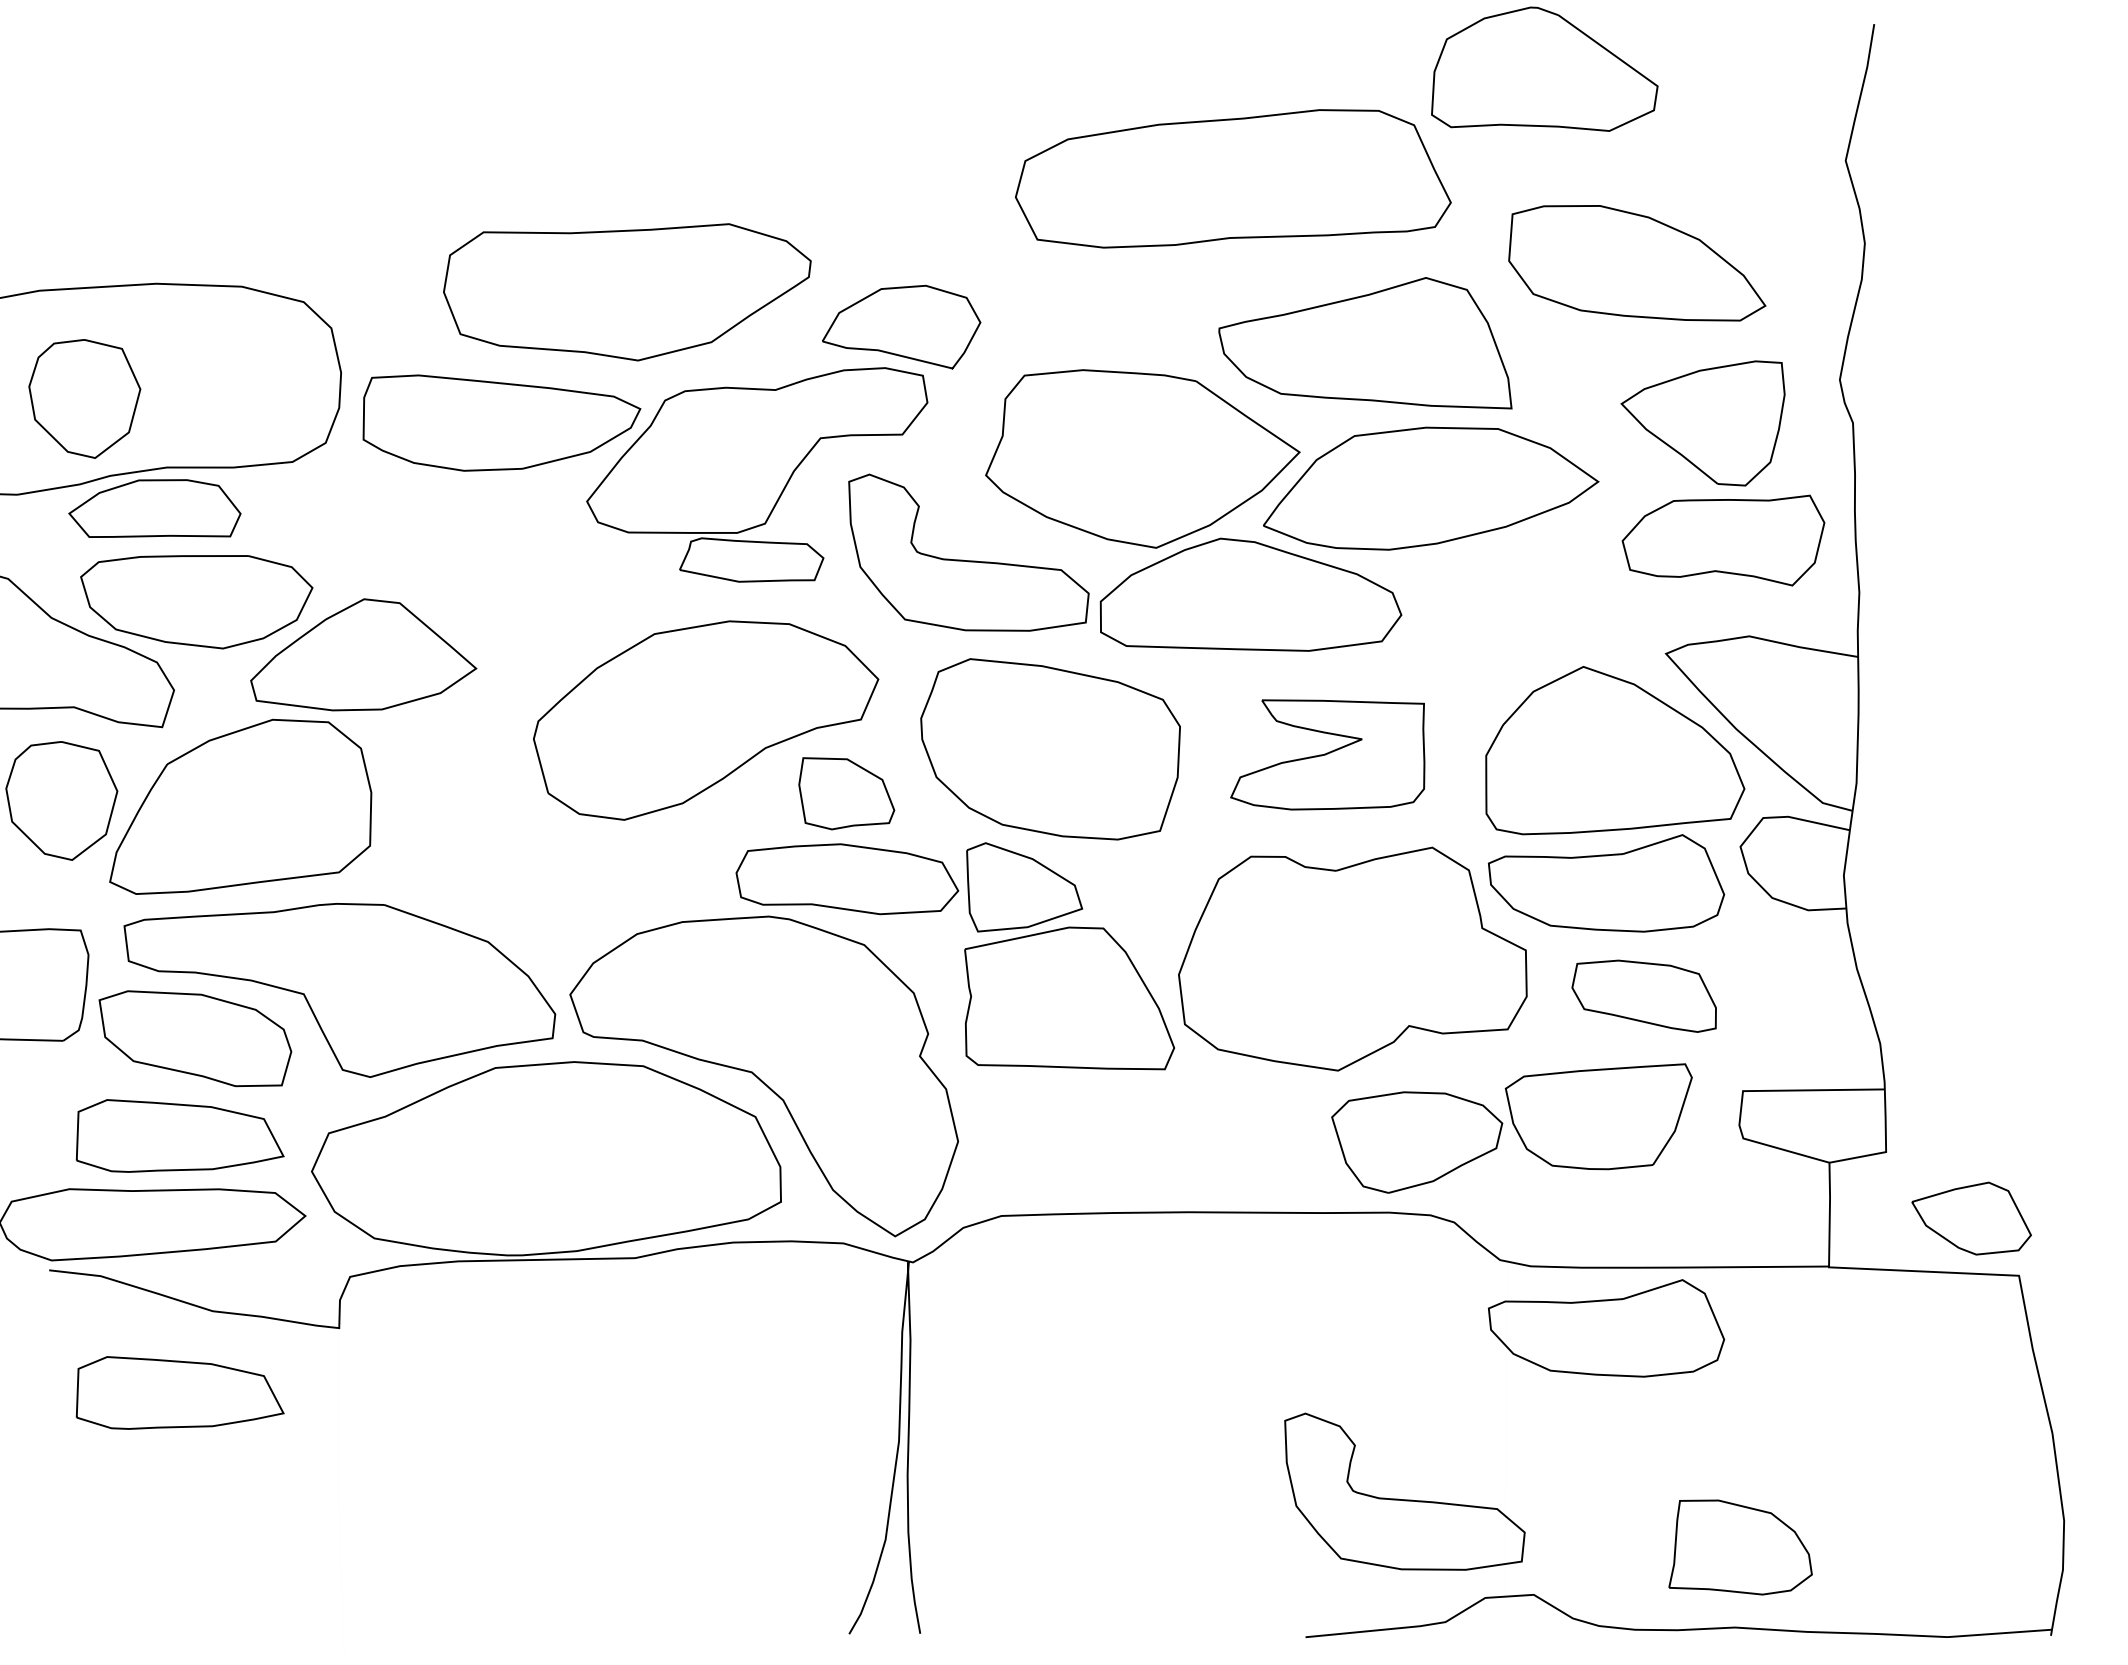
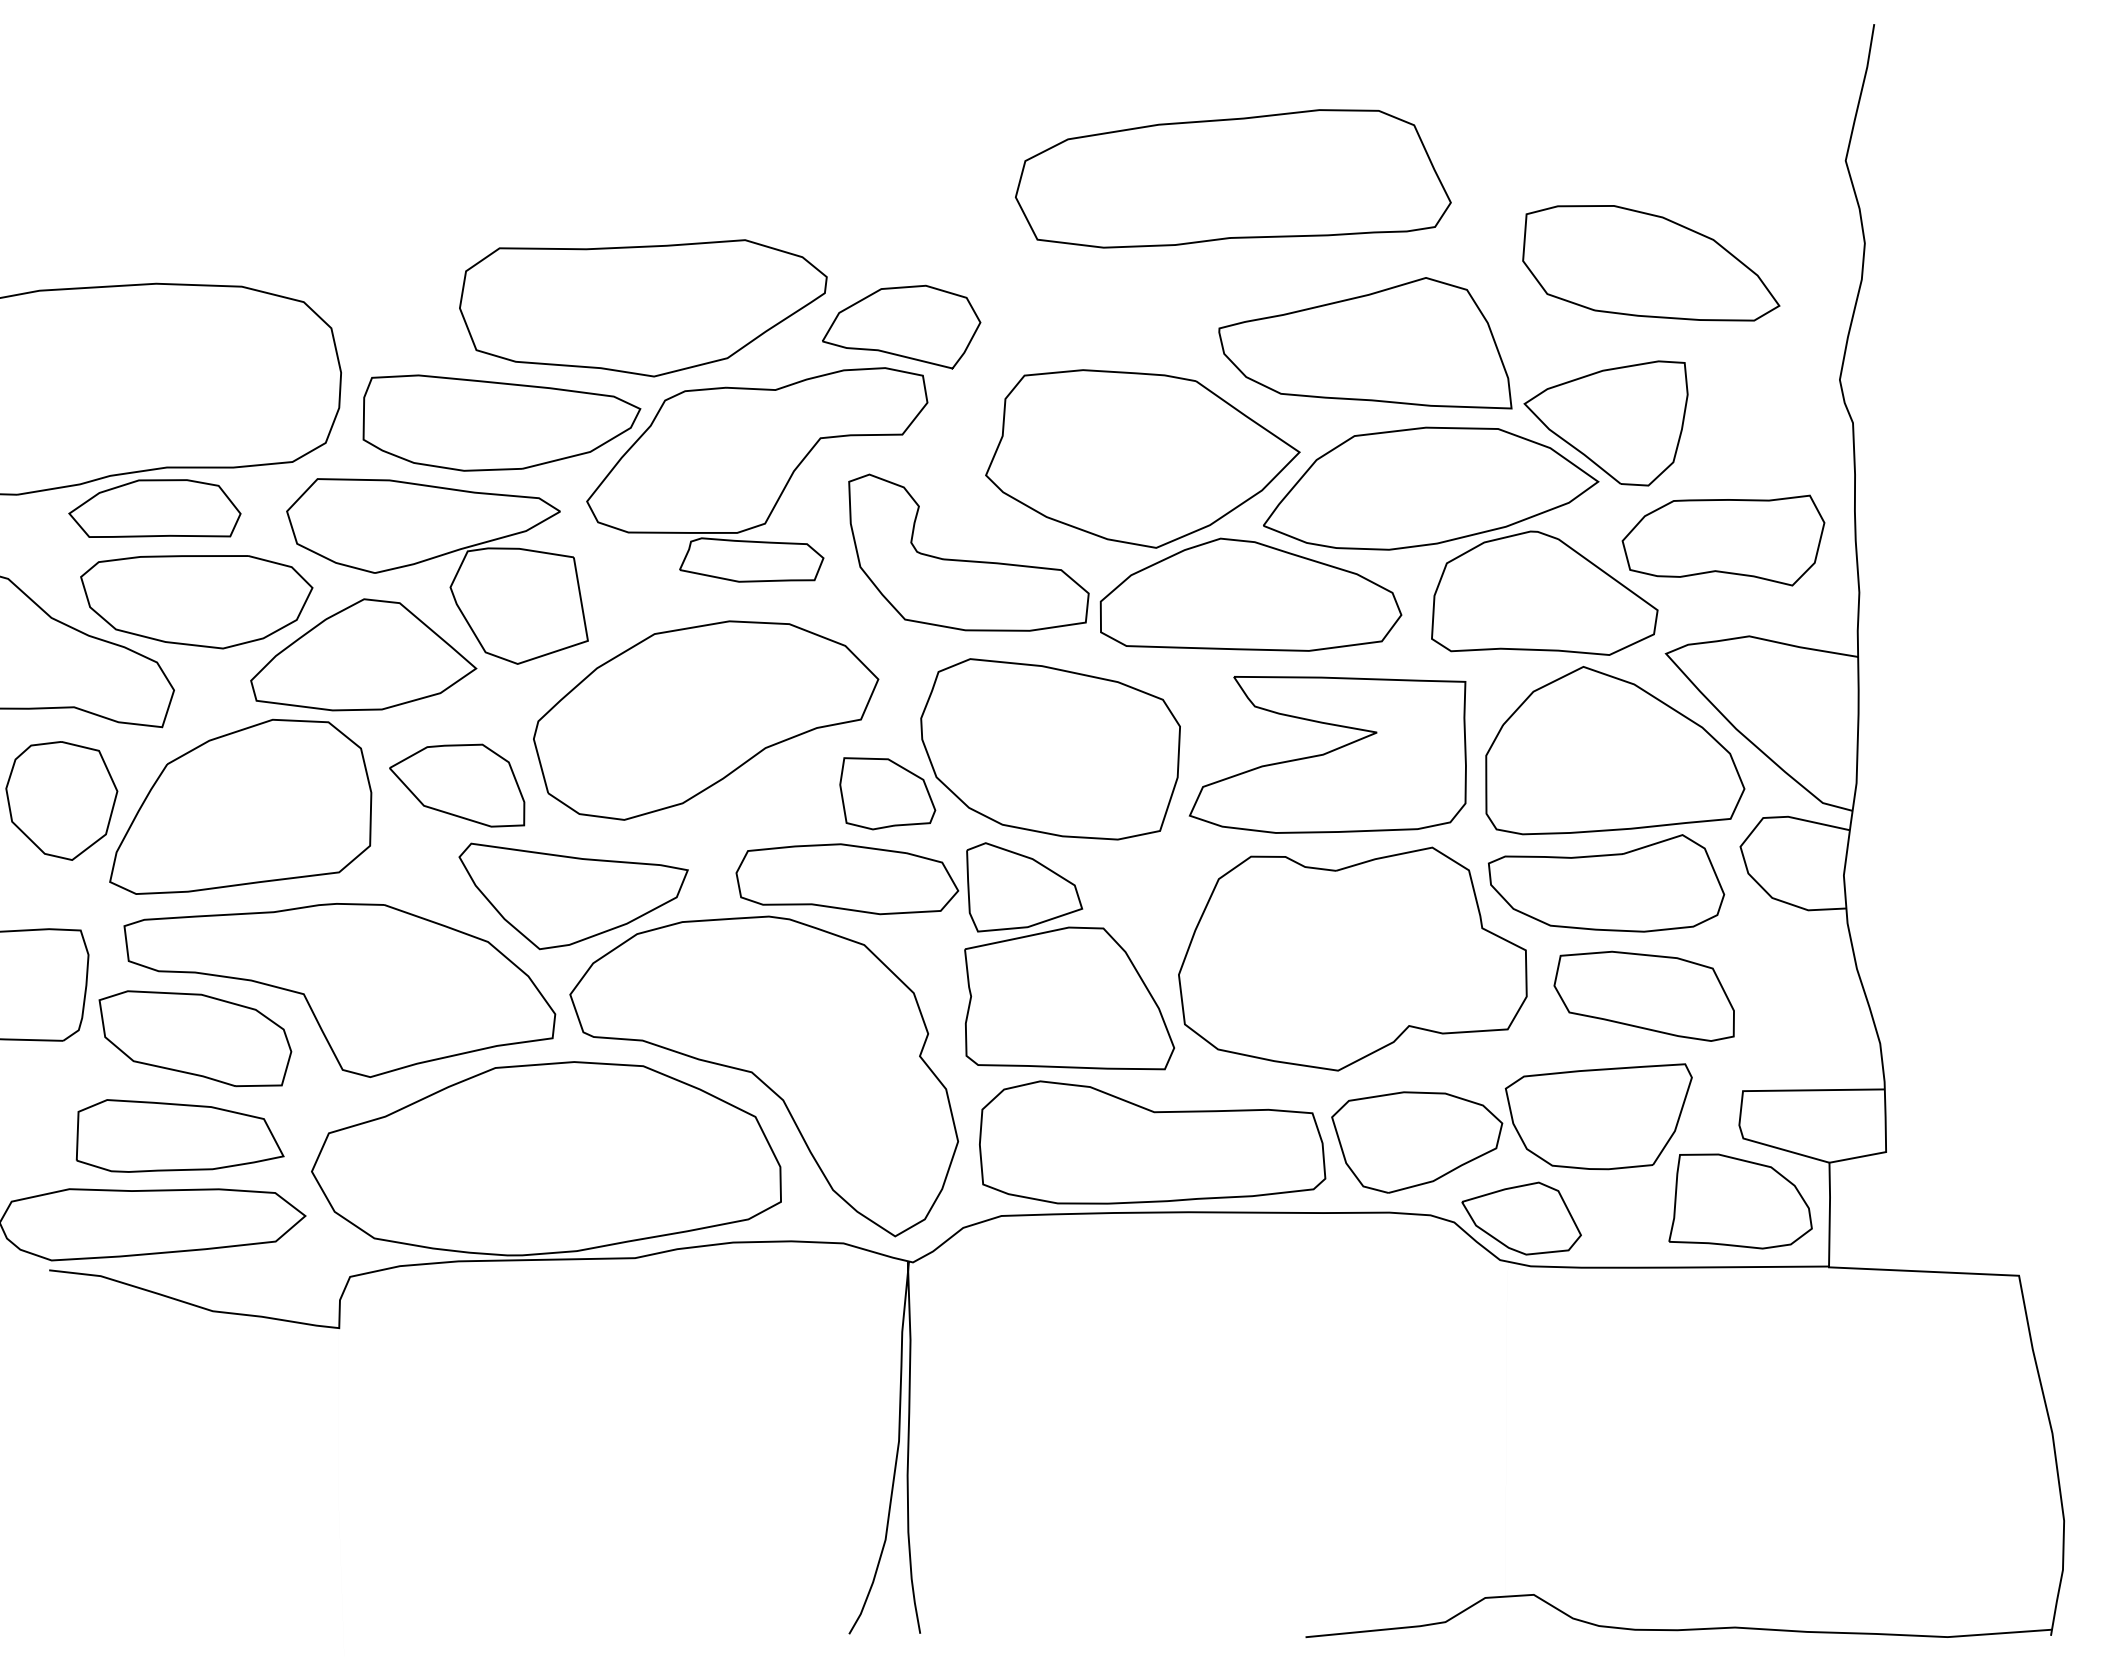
part at (1544, 68) position: (1544, 68) -> (1544, 592)
part at (1637, 263) position: (1637, 263) -> (1651, 263)
part at (627, 292) position: (627, 292) -> (643, 308)
part at (84, 398): present -> none
part at (1702, 423) position: (1702, 423) -> (1605, 423)
part at (432, 559): none -> present
part at (1327, 754) size: 196x112 px -> 279x158 px
part at (457, 785): none -> present
part at (846, 793) position: (846, 793) -> (887, 793)
part at (573, 896): none -> present
part at (1643, 995) size: 146x74 px -> 182x92 px
part at (1152, 1142): none -> present
part at (1971, 1218) position: (1971, 1218) -> (1521, 1218)
part at (1606, 1328): present -> none
part at (179, 1392): present -> none
part at (1404, 1499): present -> none
part at (1740, 1547) position: (1740, 1547) -> (1740, 1201)
